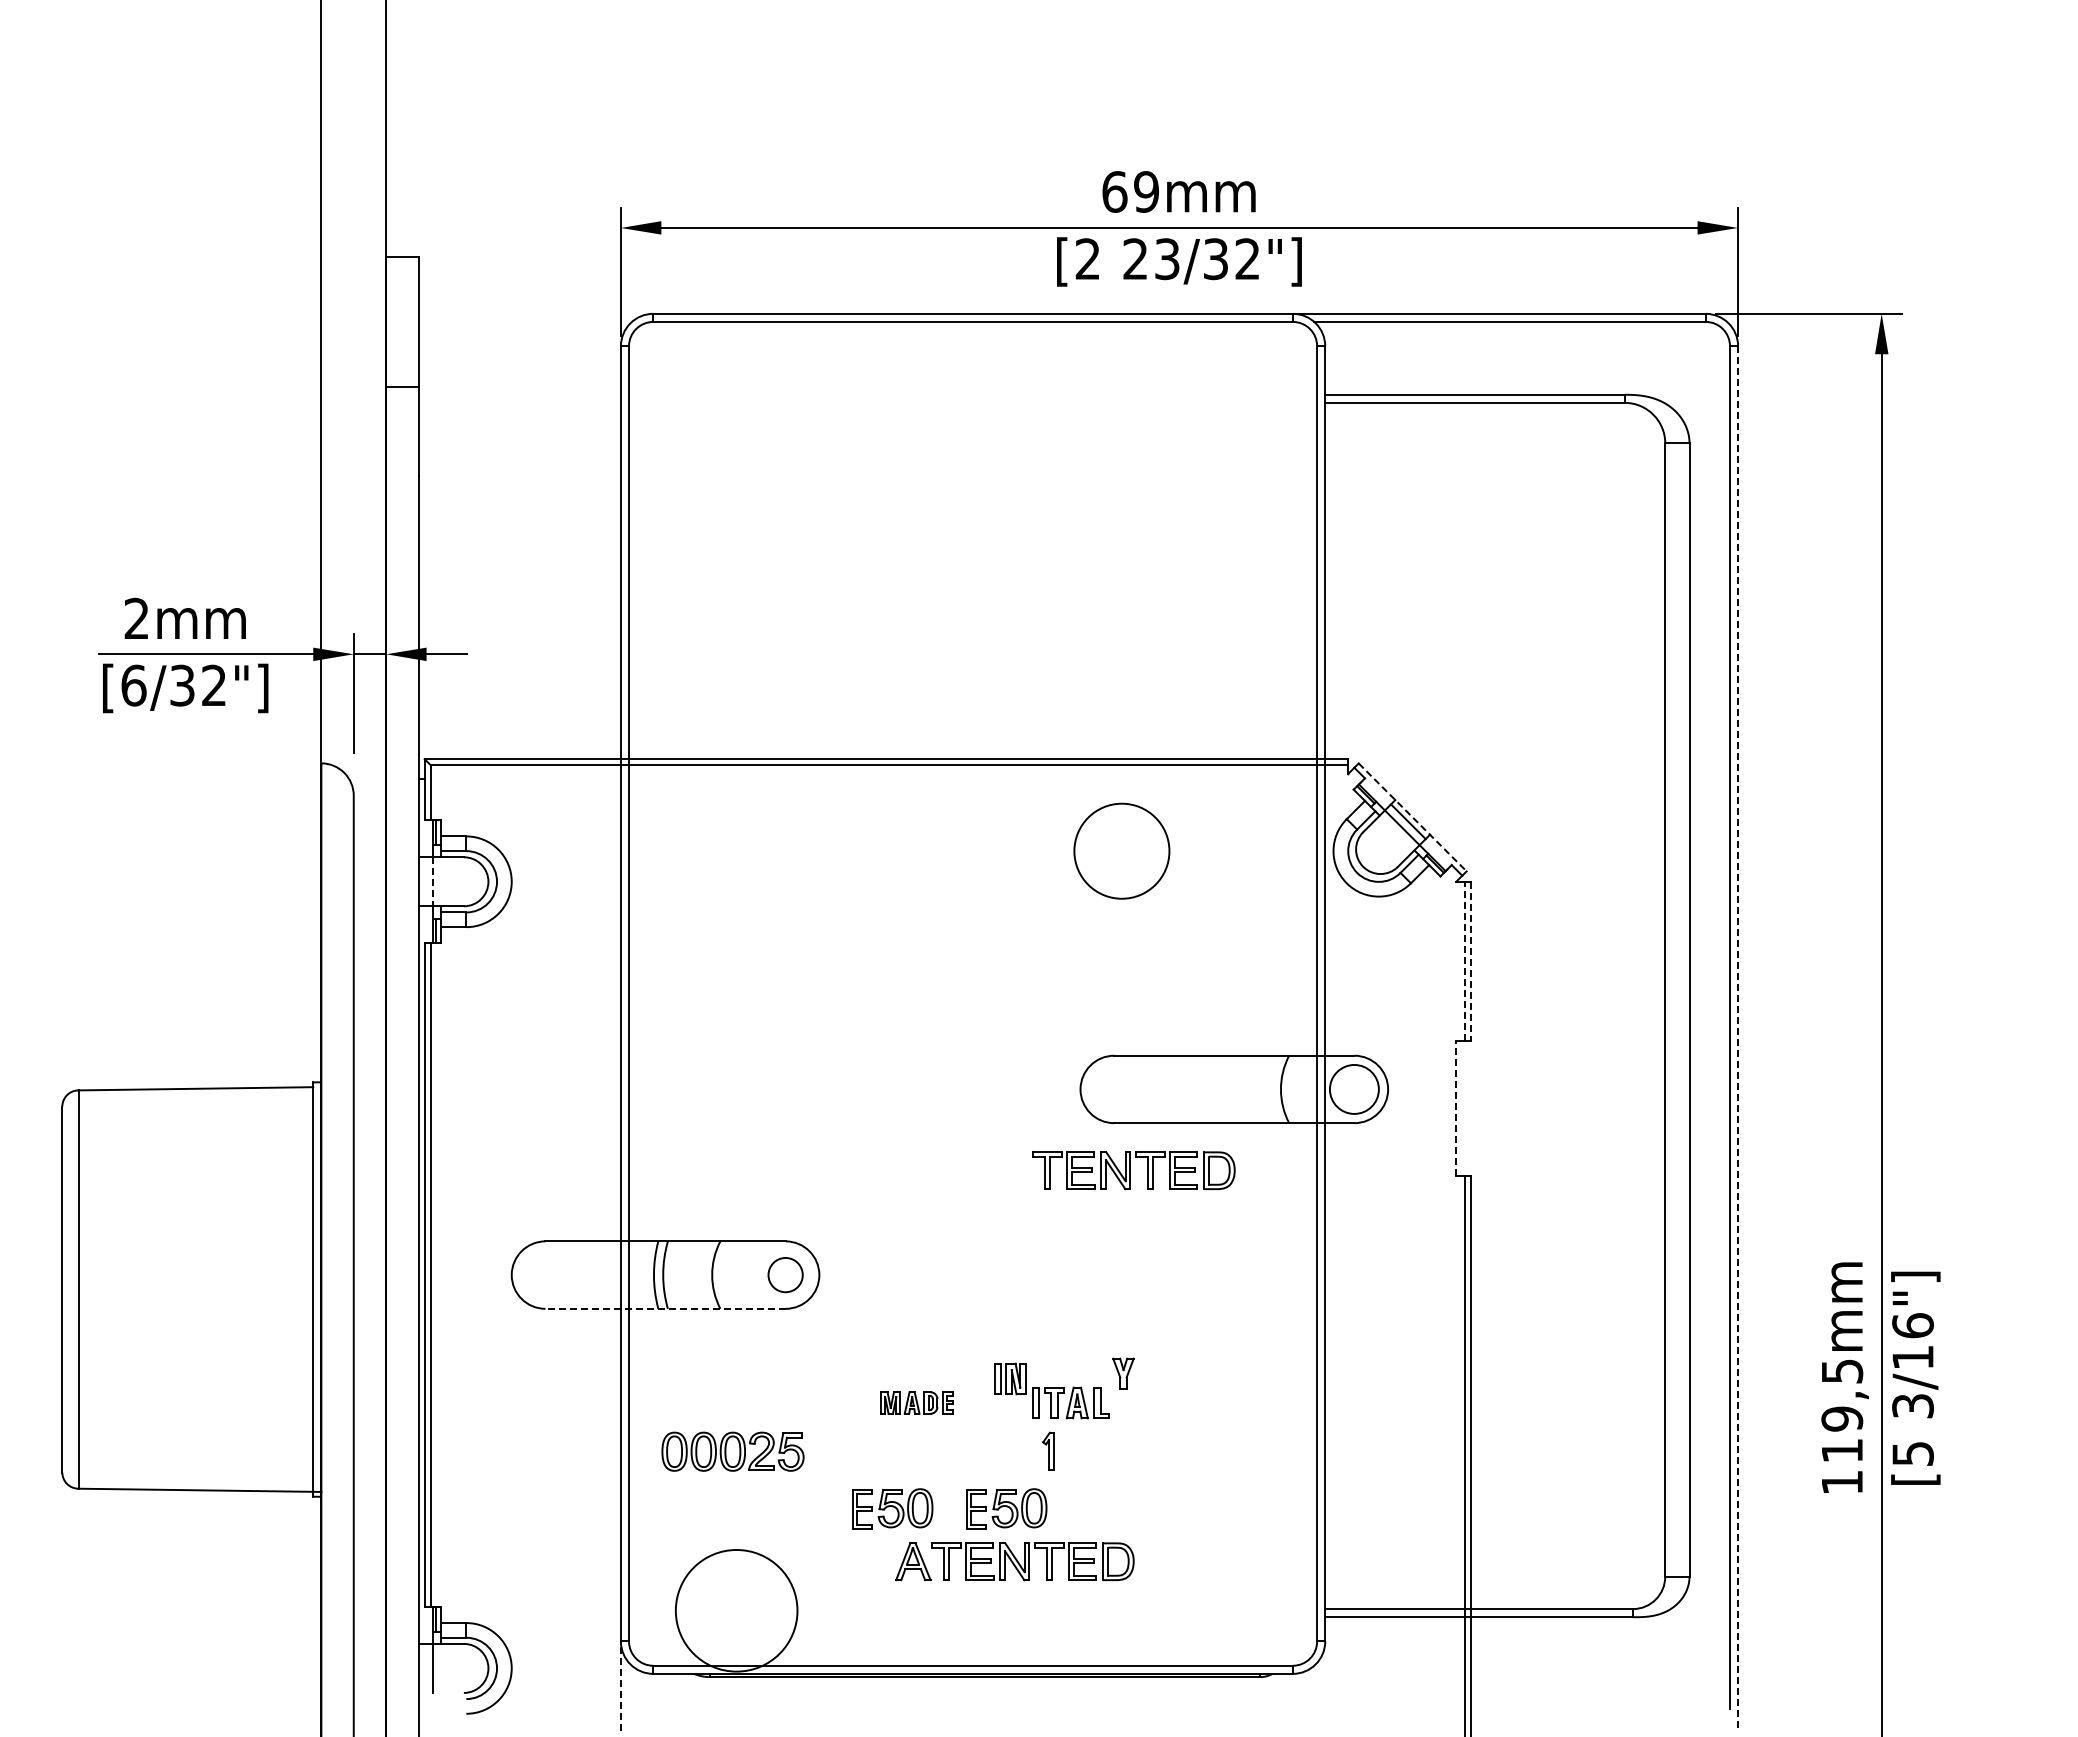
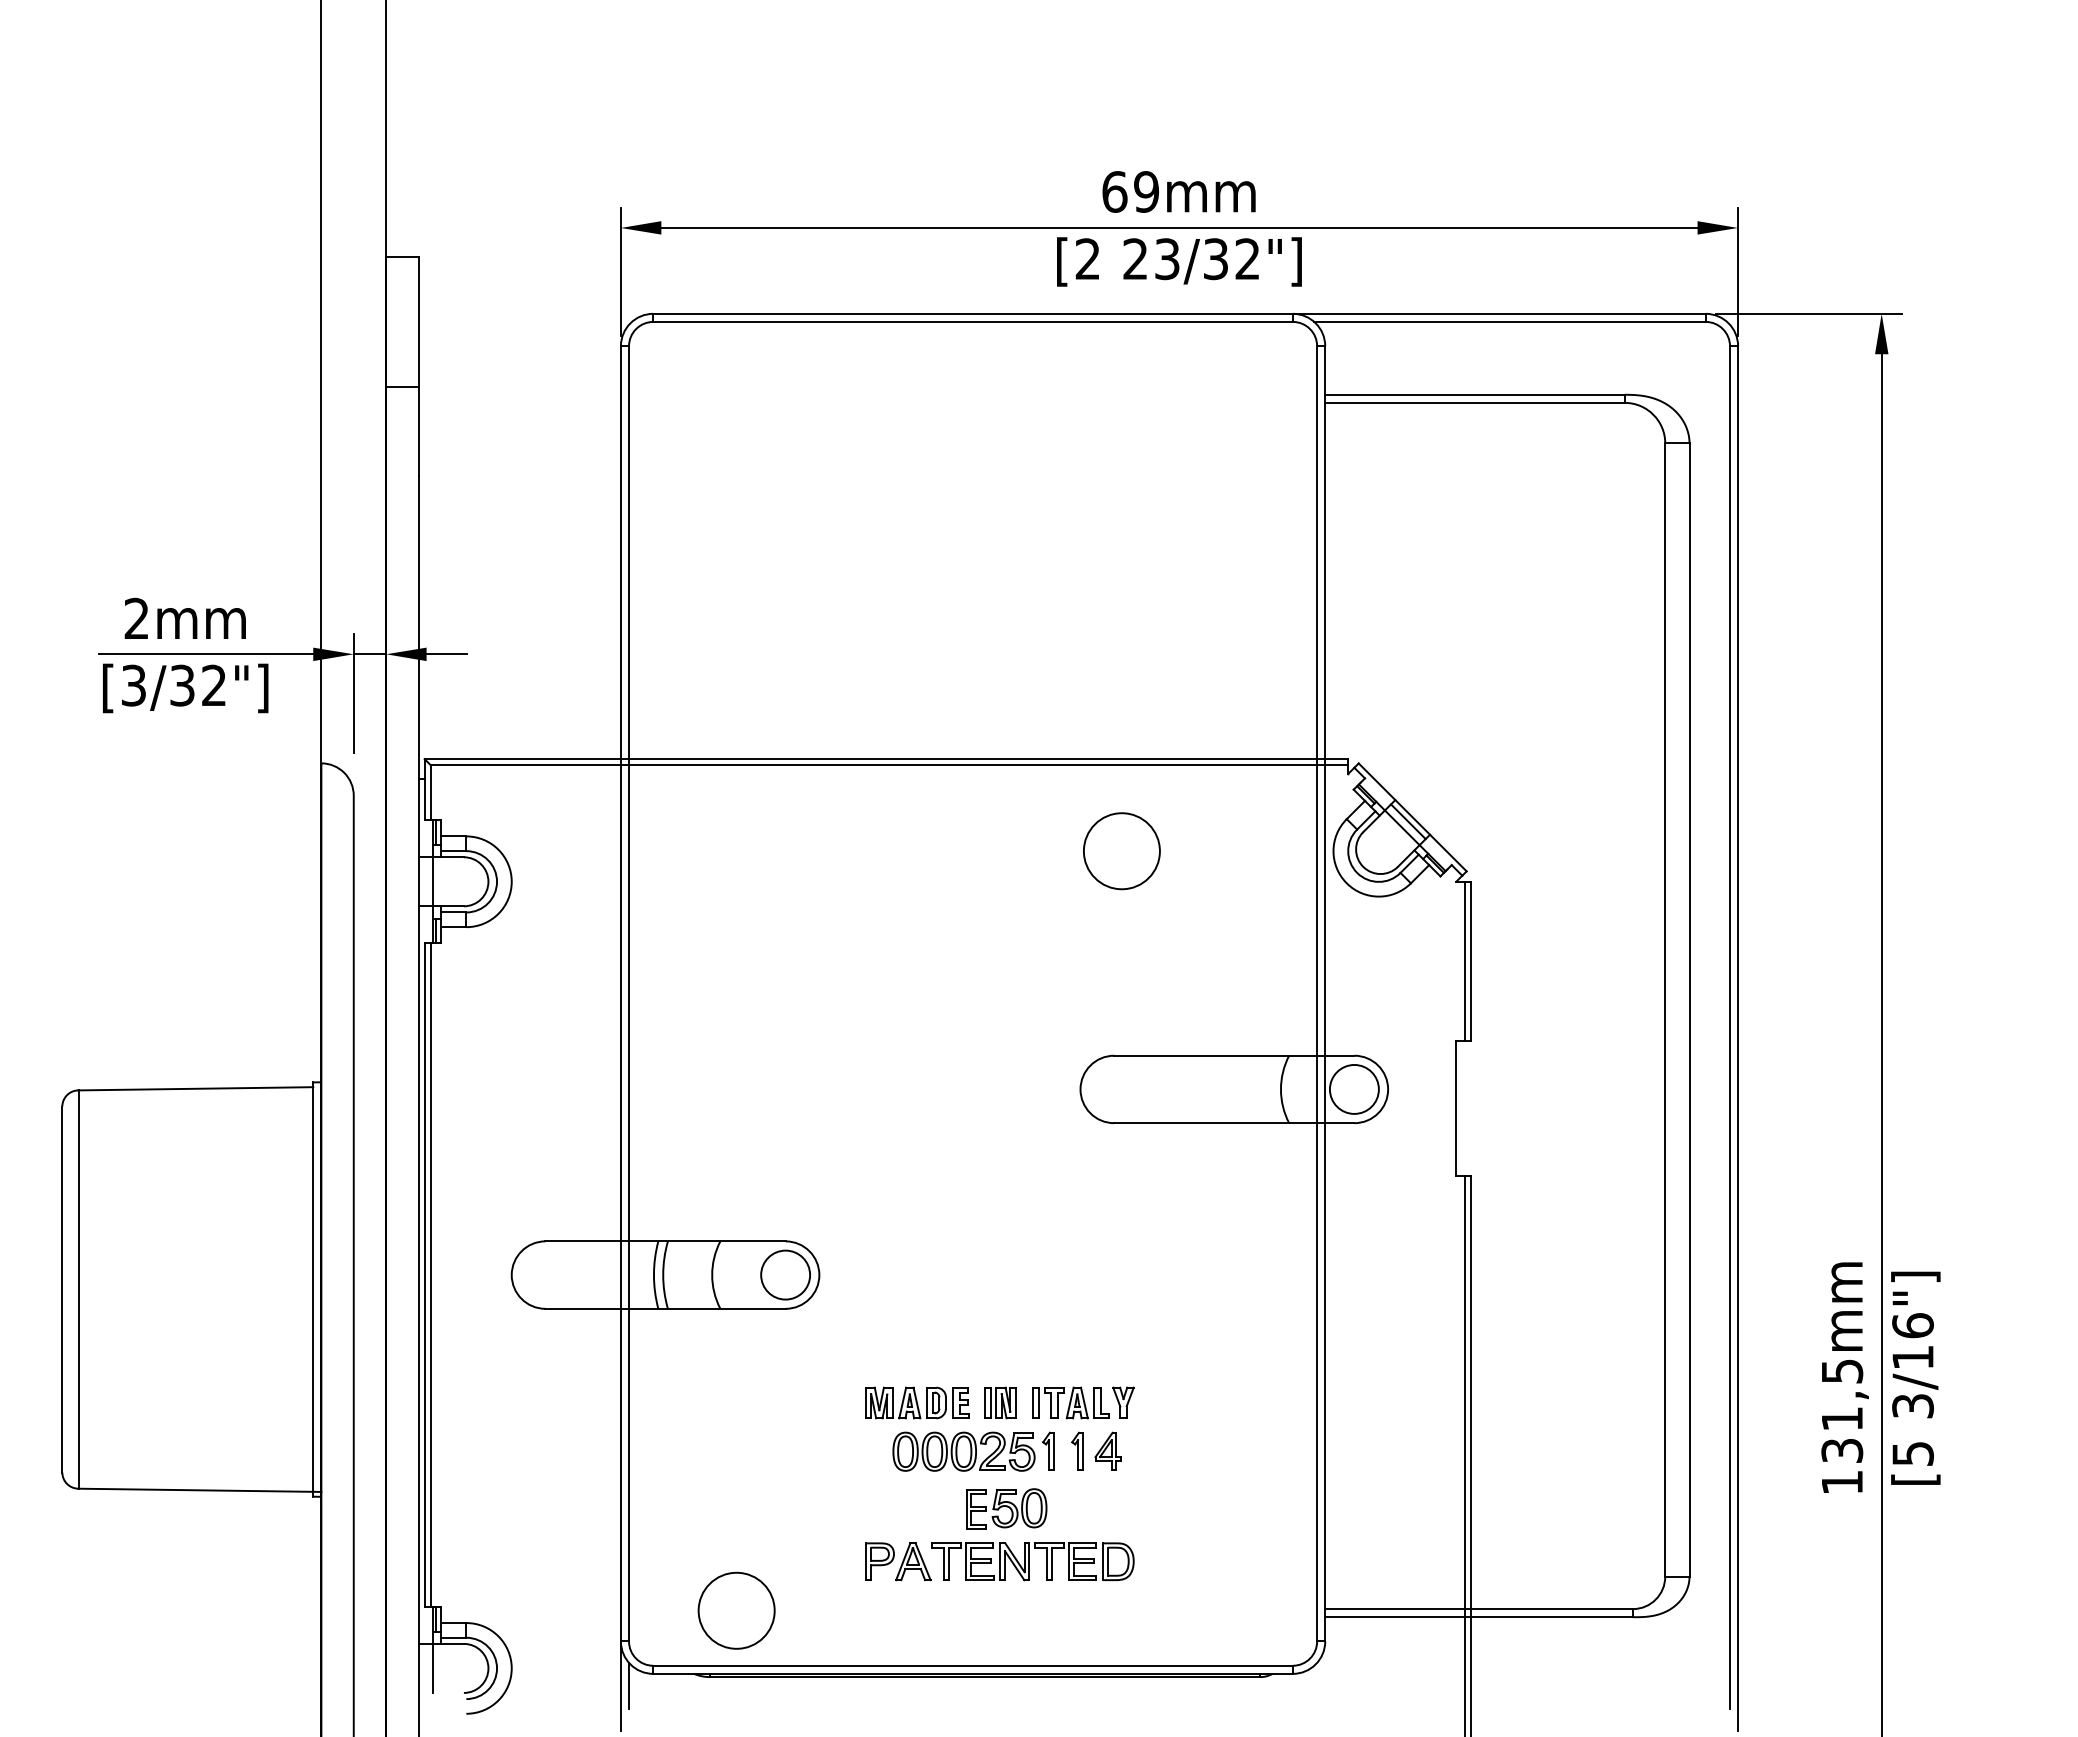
text at (133, 685): [6/32"] -> [3/32"]
line at (1413, 817): dashed -> solid
circle at (1121, 850) diameter: 95 px -> 76 px
line at (433, 881): dashed -> solid
line at (1464, 961): dashed -> solid
line at (1470, 961): dashed -> solid
line at (1738, 1038): dashed -> solid
line at (1456, 1108): dashed -> solid
part at (1133, 1170): present -> none
circle at (785, 1274) diameter: 34 px -> 49 px
line at (665, 1308): dashed -> solid
part at (1123, 1373) position: (1123, 1373) -> (1123, 1402)
part at (1010, 1378) position: (1010, 1378) -> (1000, 1402)
part at (916, 1402) size: 74x24 px -> 105x34 px
text at (1842, 1434): 119,5mm -> 131,5mm
part at (1077, 1450): none -> present
part at (1107, 1450): none -> present
part at (732, 1451) position: (732, 1451) -> (963, 1451)
part at (892, 1508): present -> none
part at (879, 1561): none -> present
circle at (736, 1610) diameter: 122 px -> 76 px
line at (629, 1685): none -> present
line at (620, 1686): dashed -> solid
